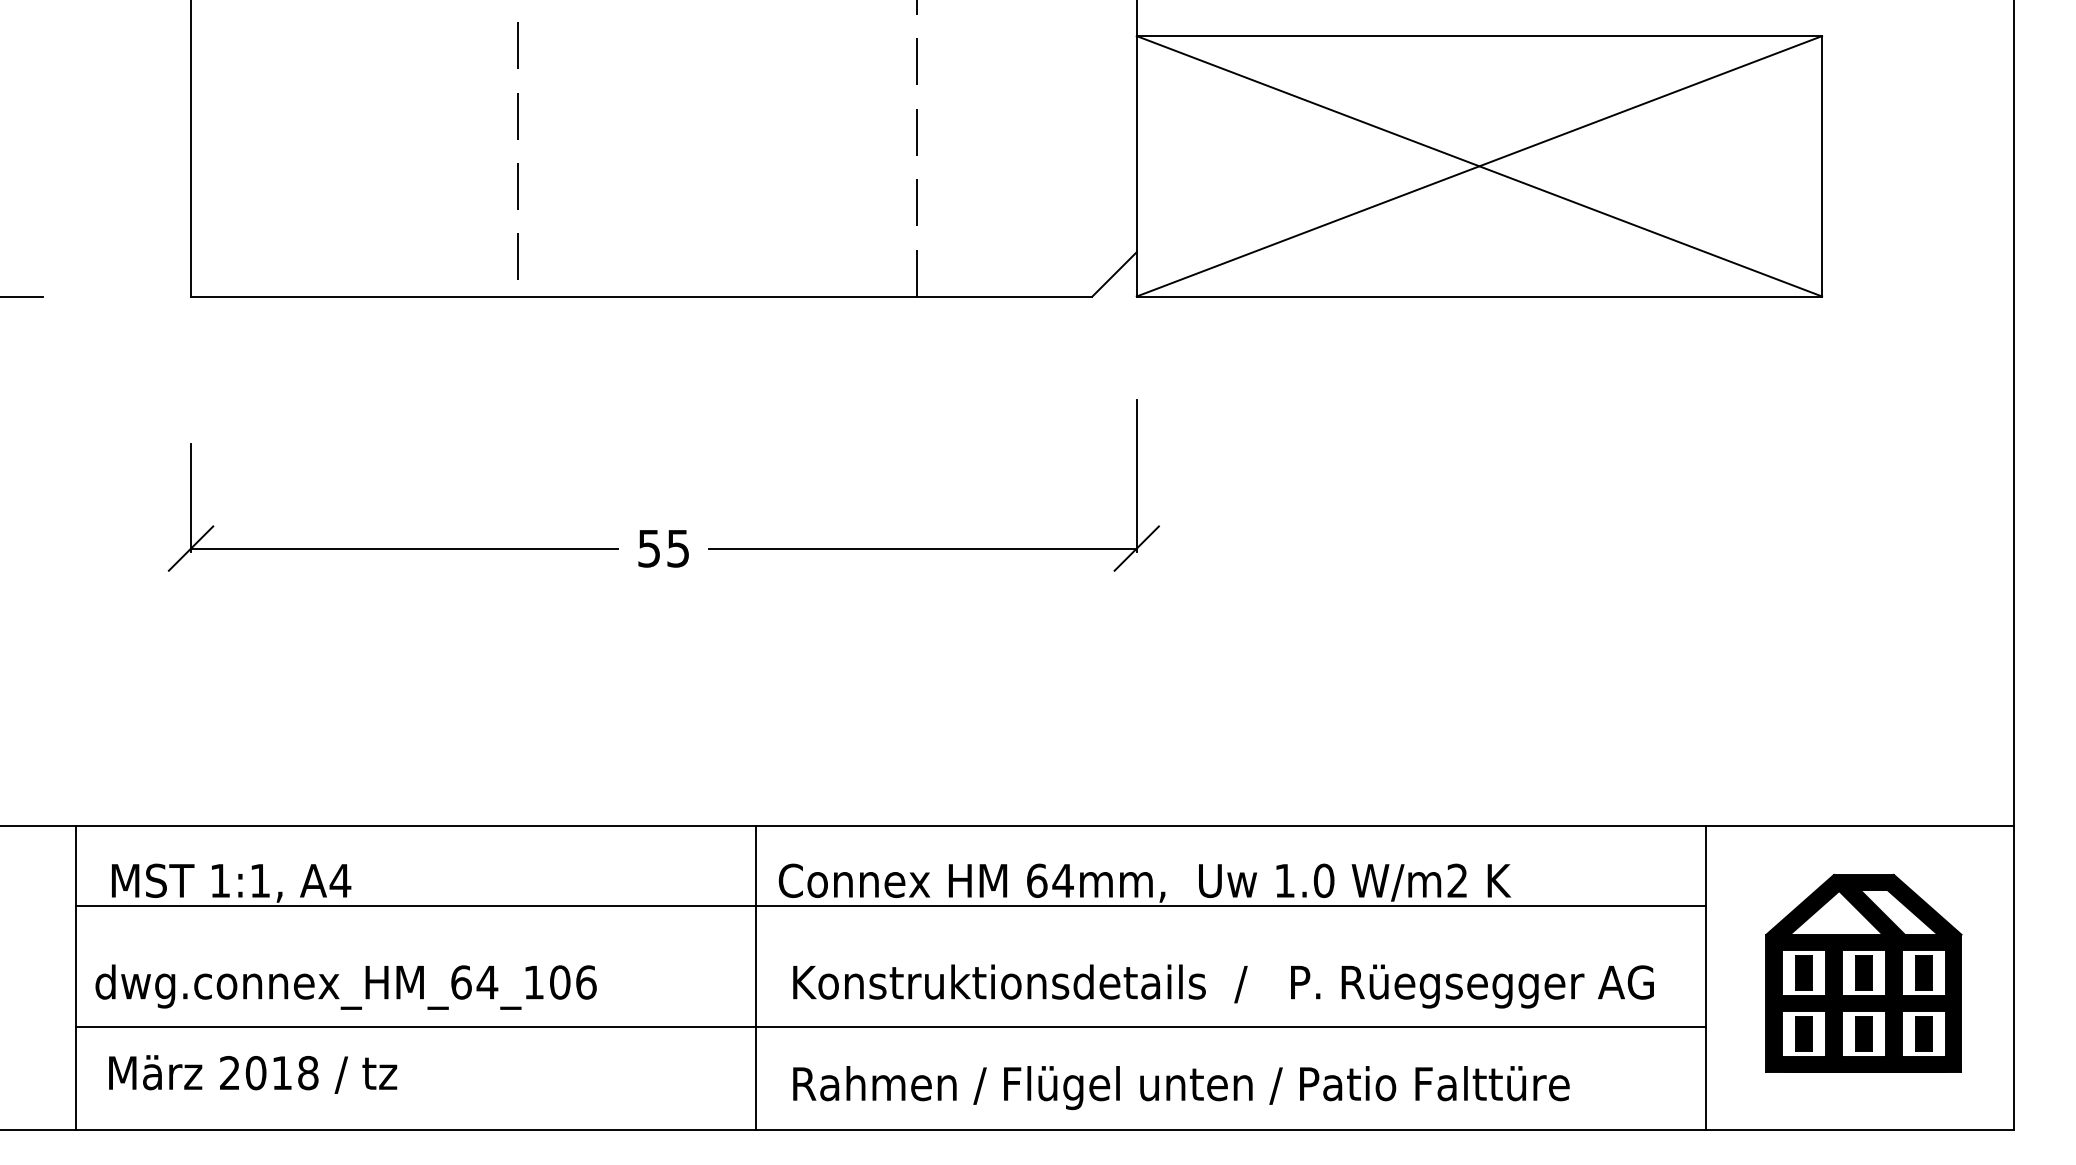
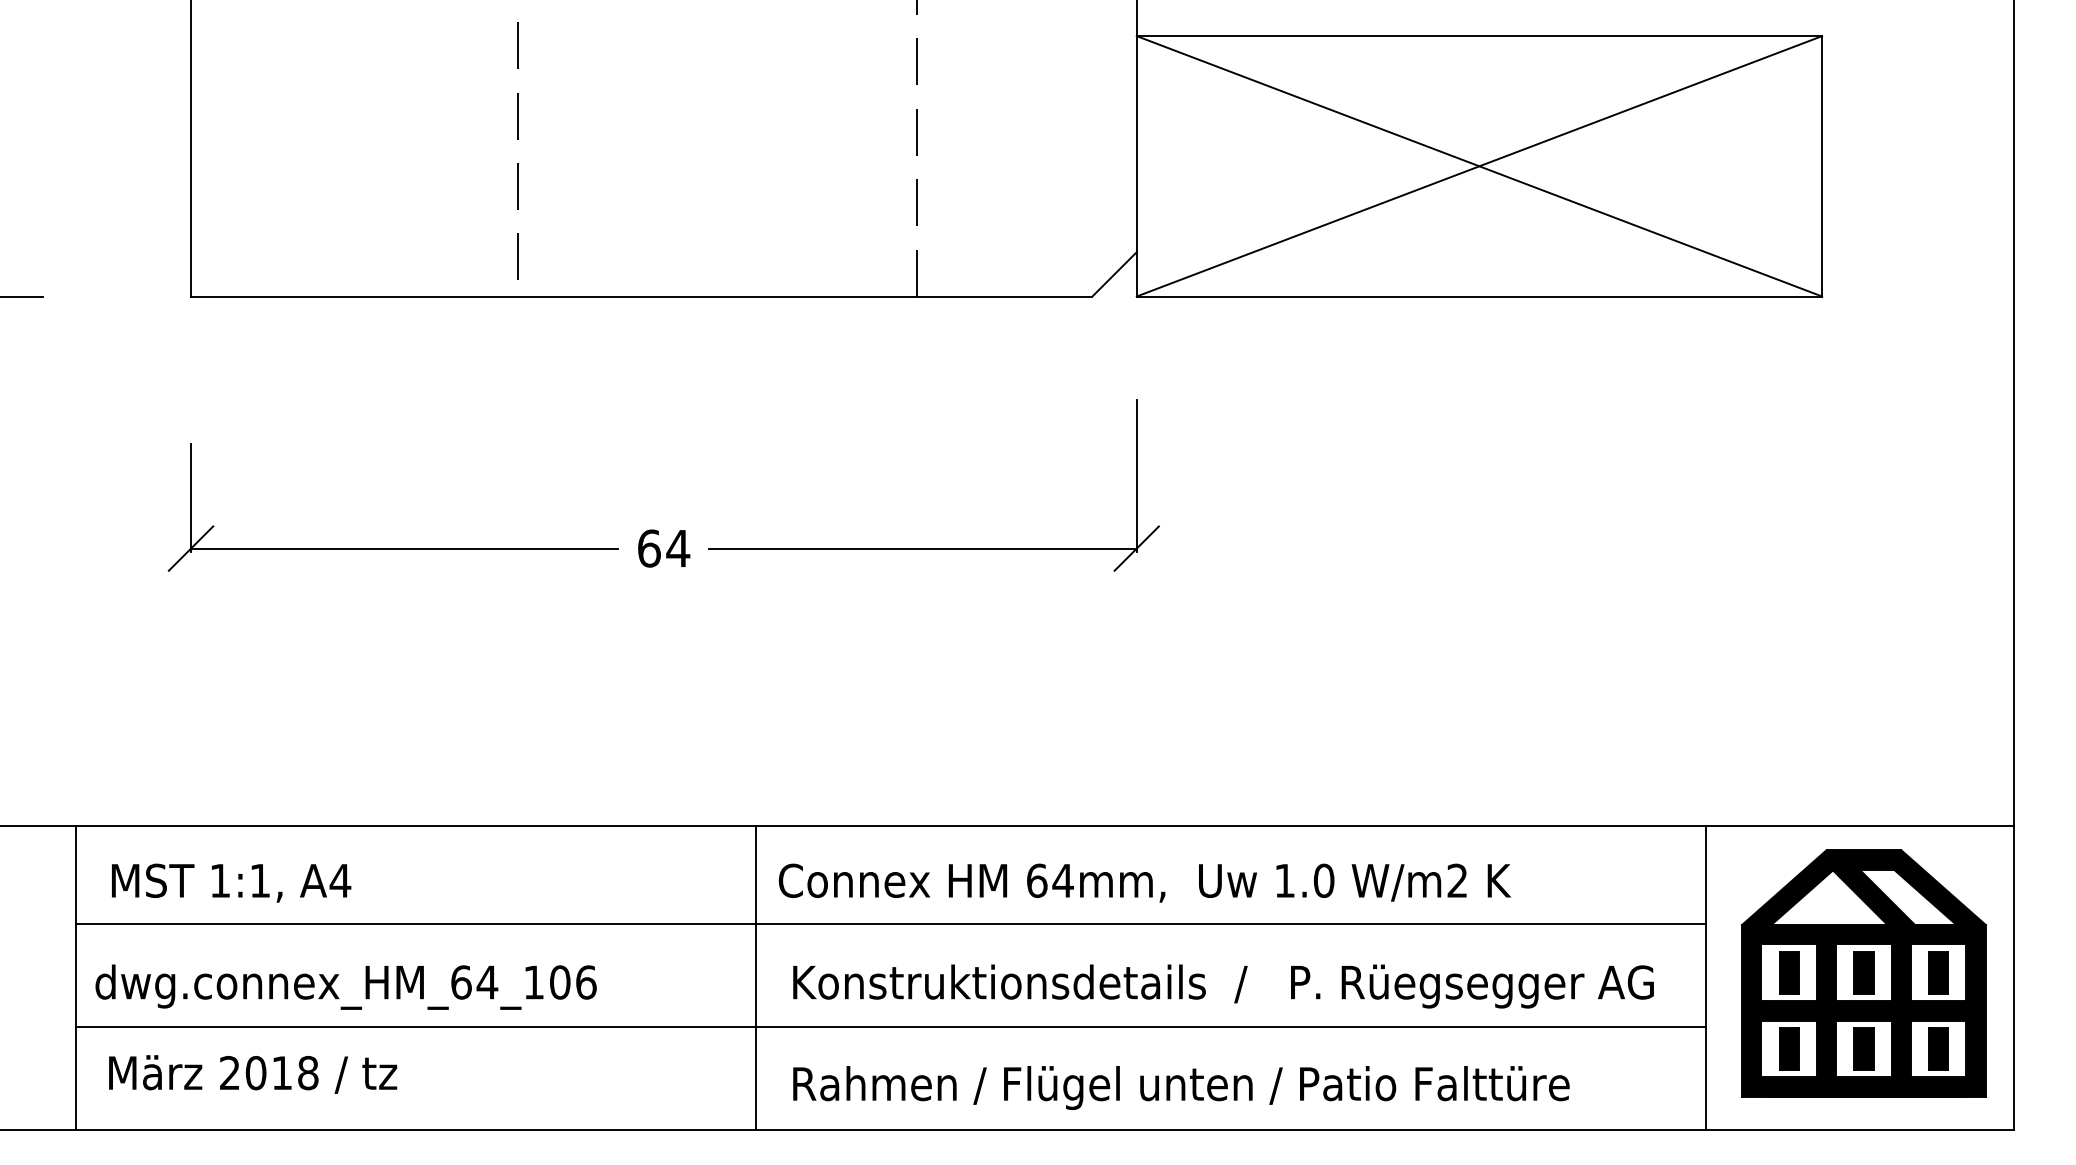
text at (664, 548): 55 -> 64
line at (890, 906) position: (890, 906) -> (890, 924)
part at (1863, 972) size: 198x200 px -> 246x249 px
